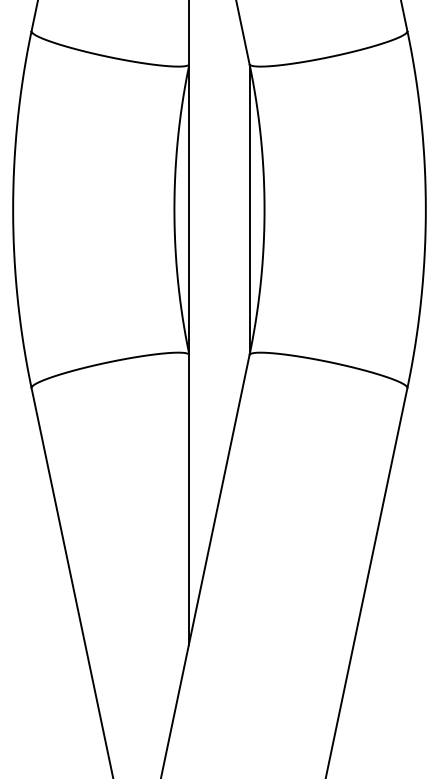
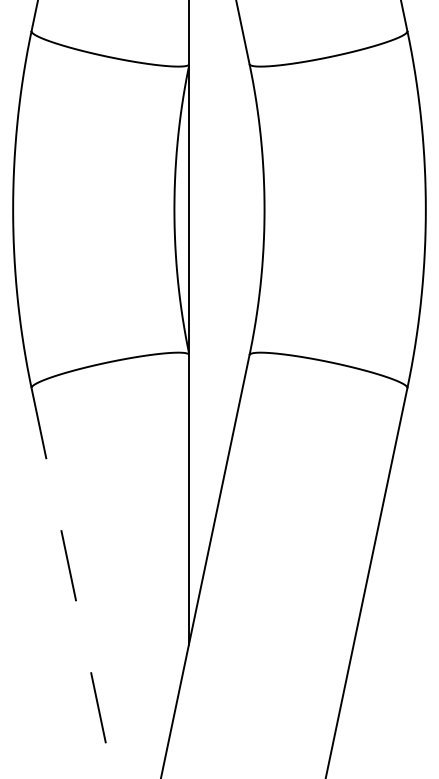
line at (250, 209): present -> none
line at (72, 583): solid -> dashed
